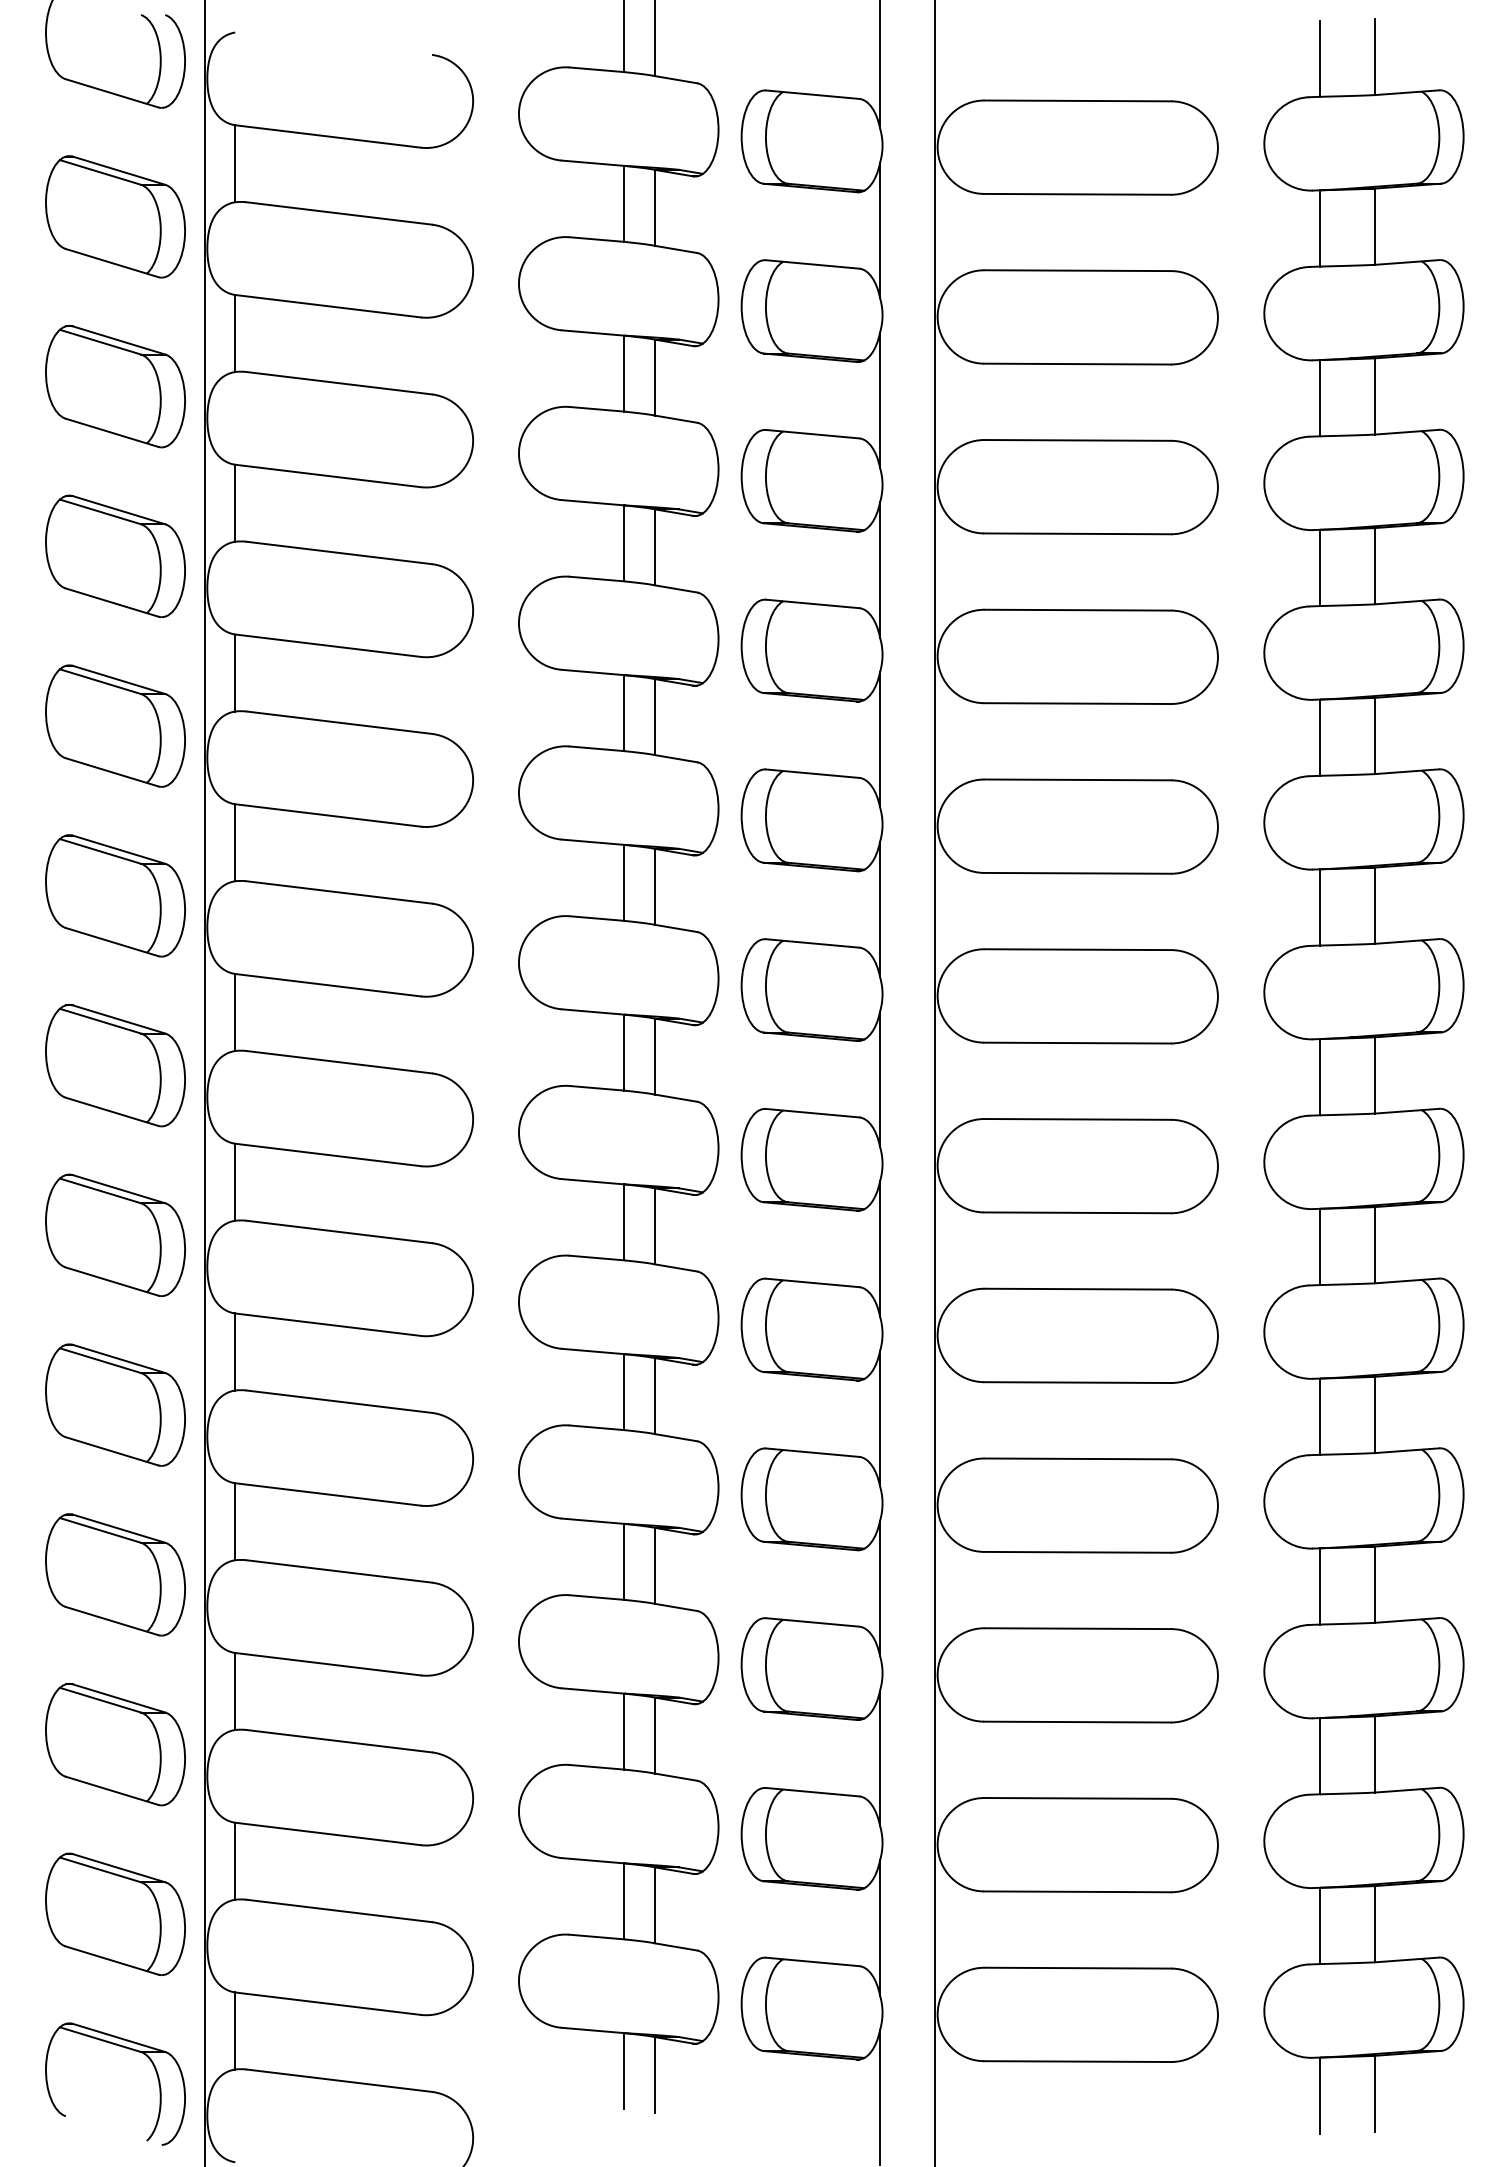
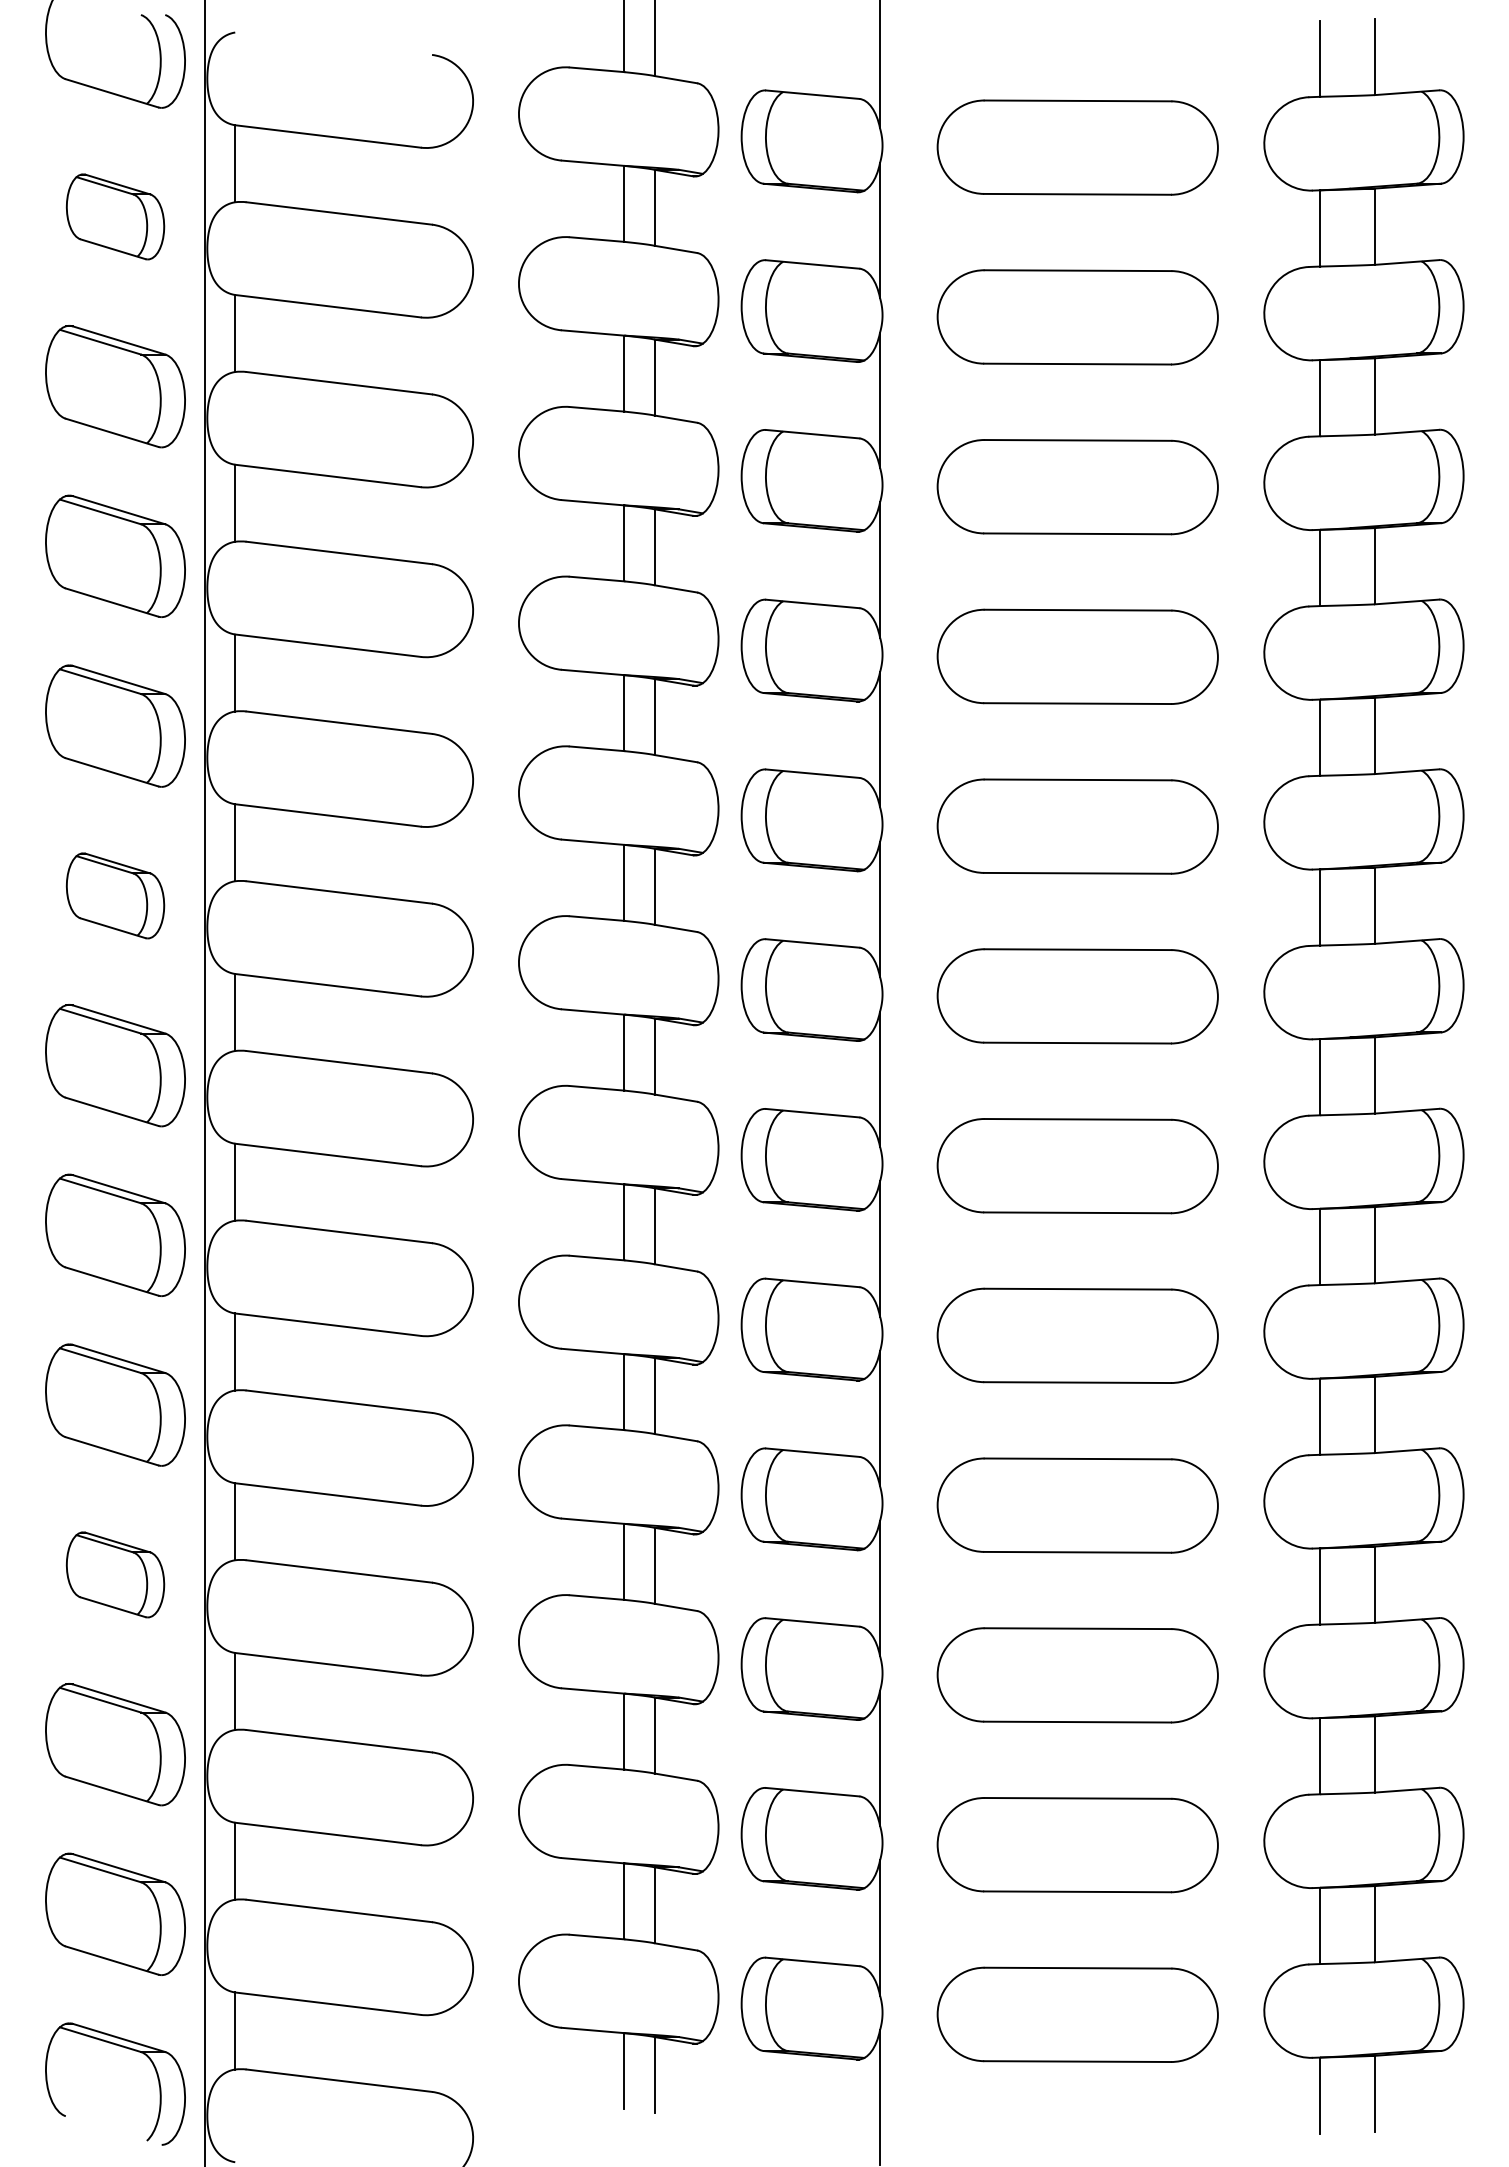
part at (115, 216) size: 141x124 px -> 101x88 px
part at (115, 895) size: 141x124 px -> 101x88 px
line at (934, 1082): present -> none
part at (115, 1574) size: 141x124 px -> 101x88 px
